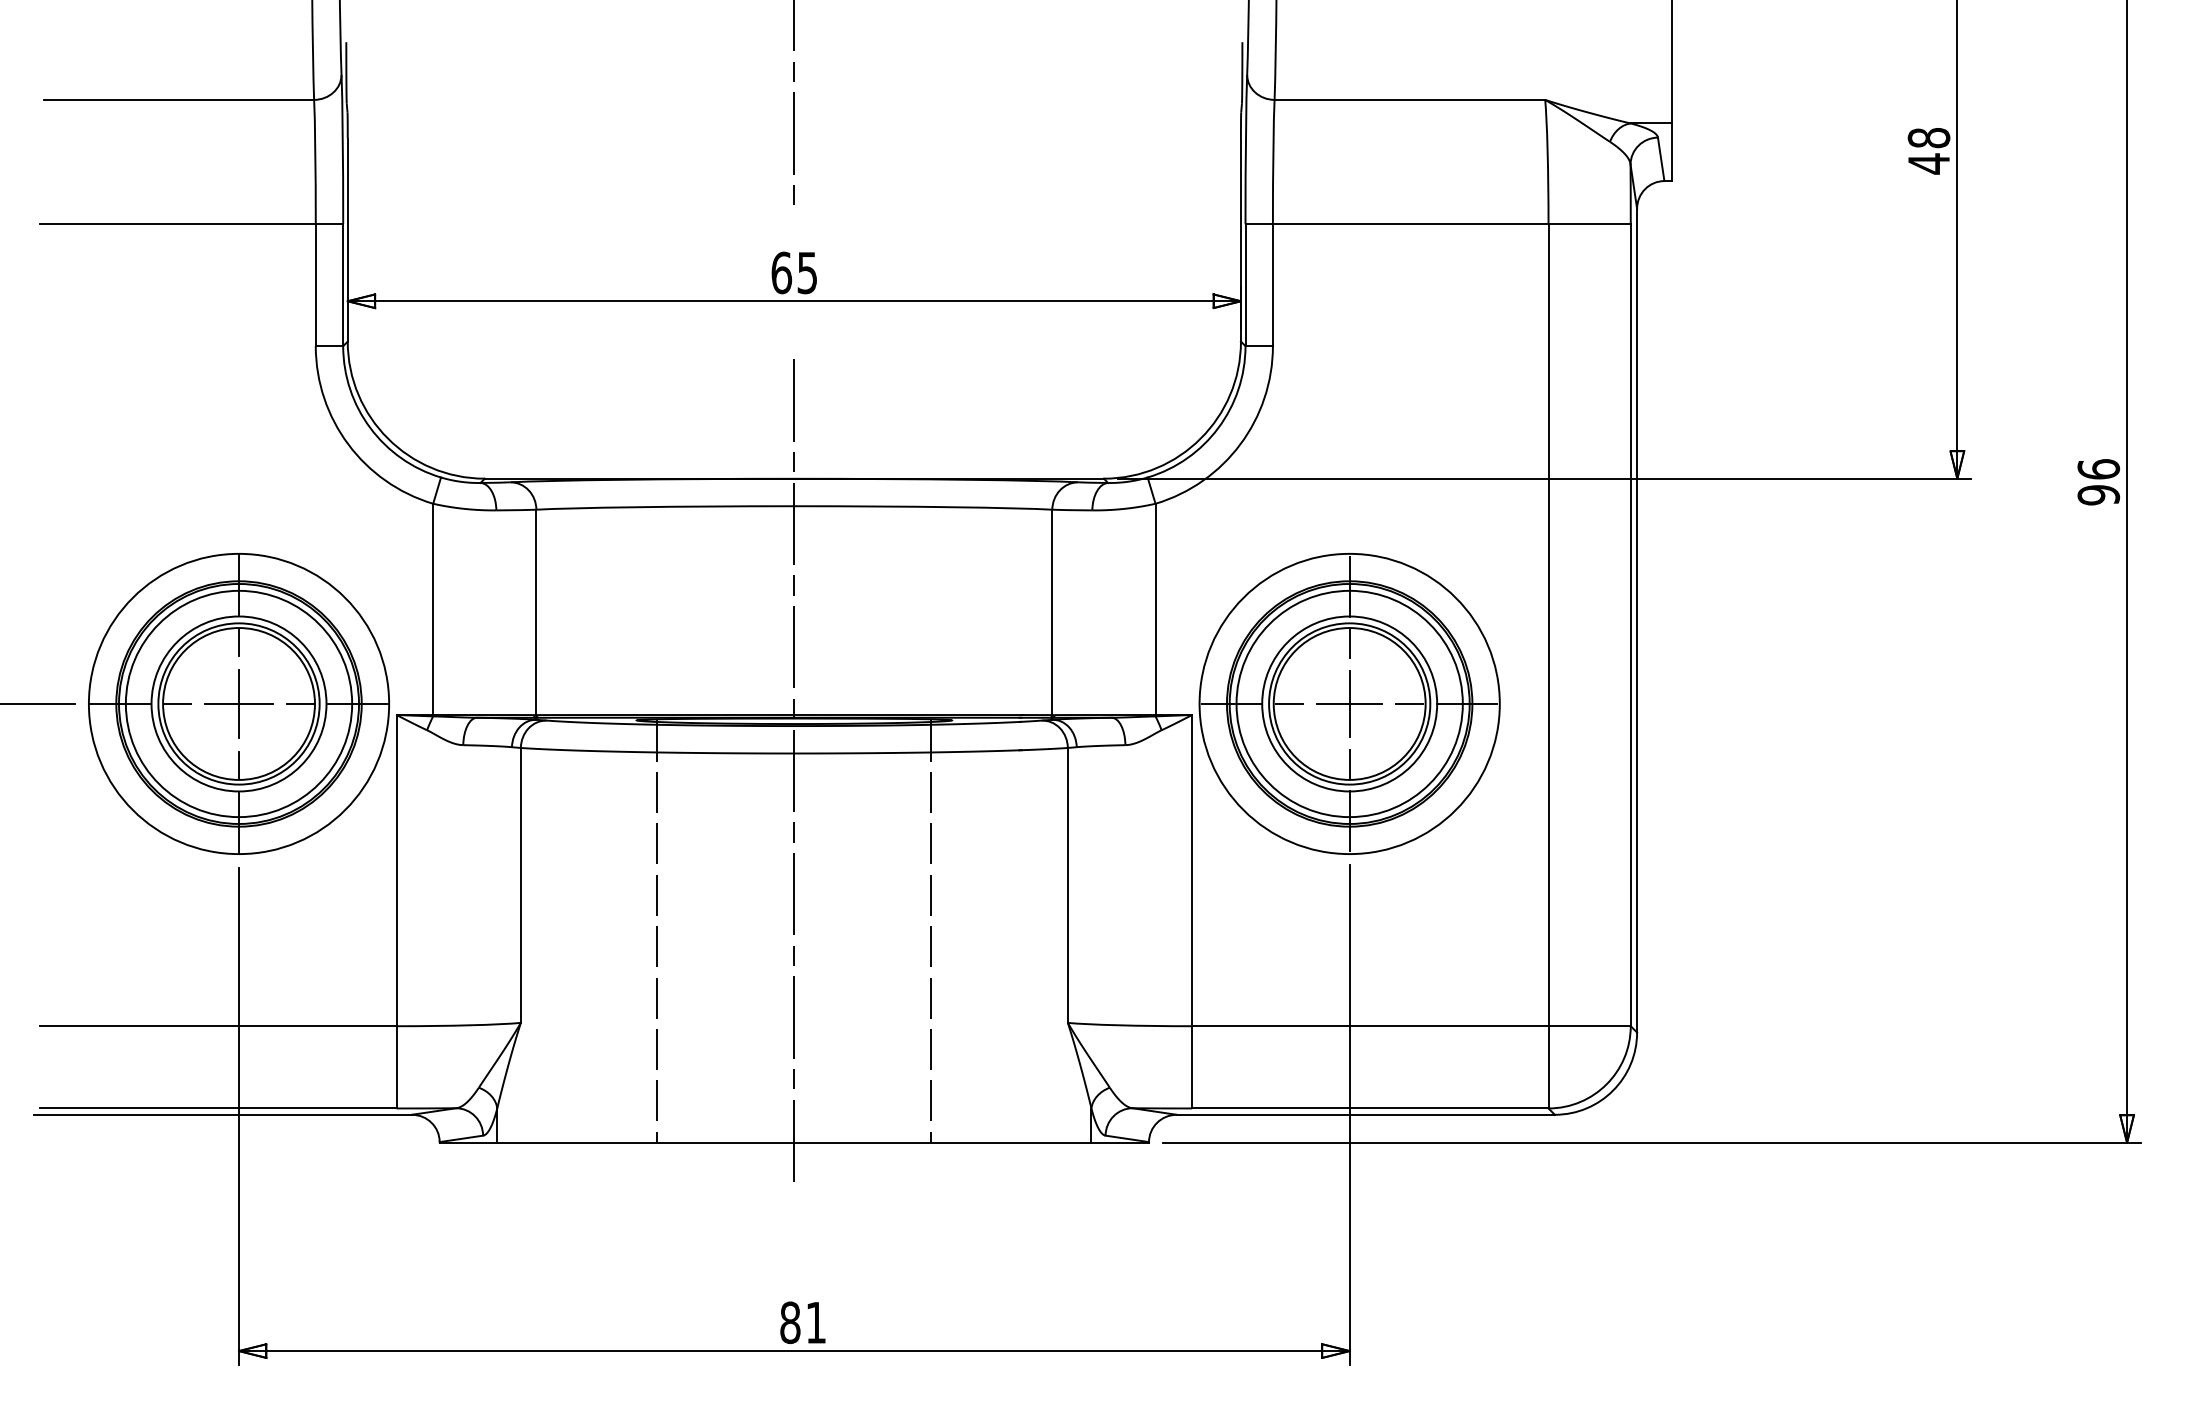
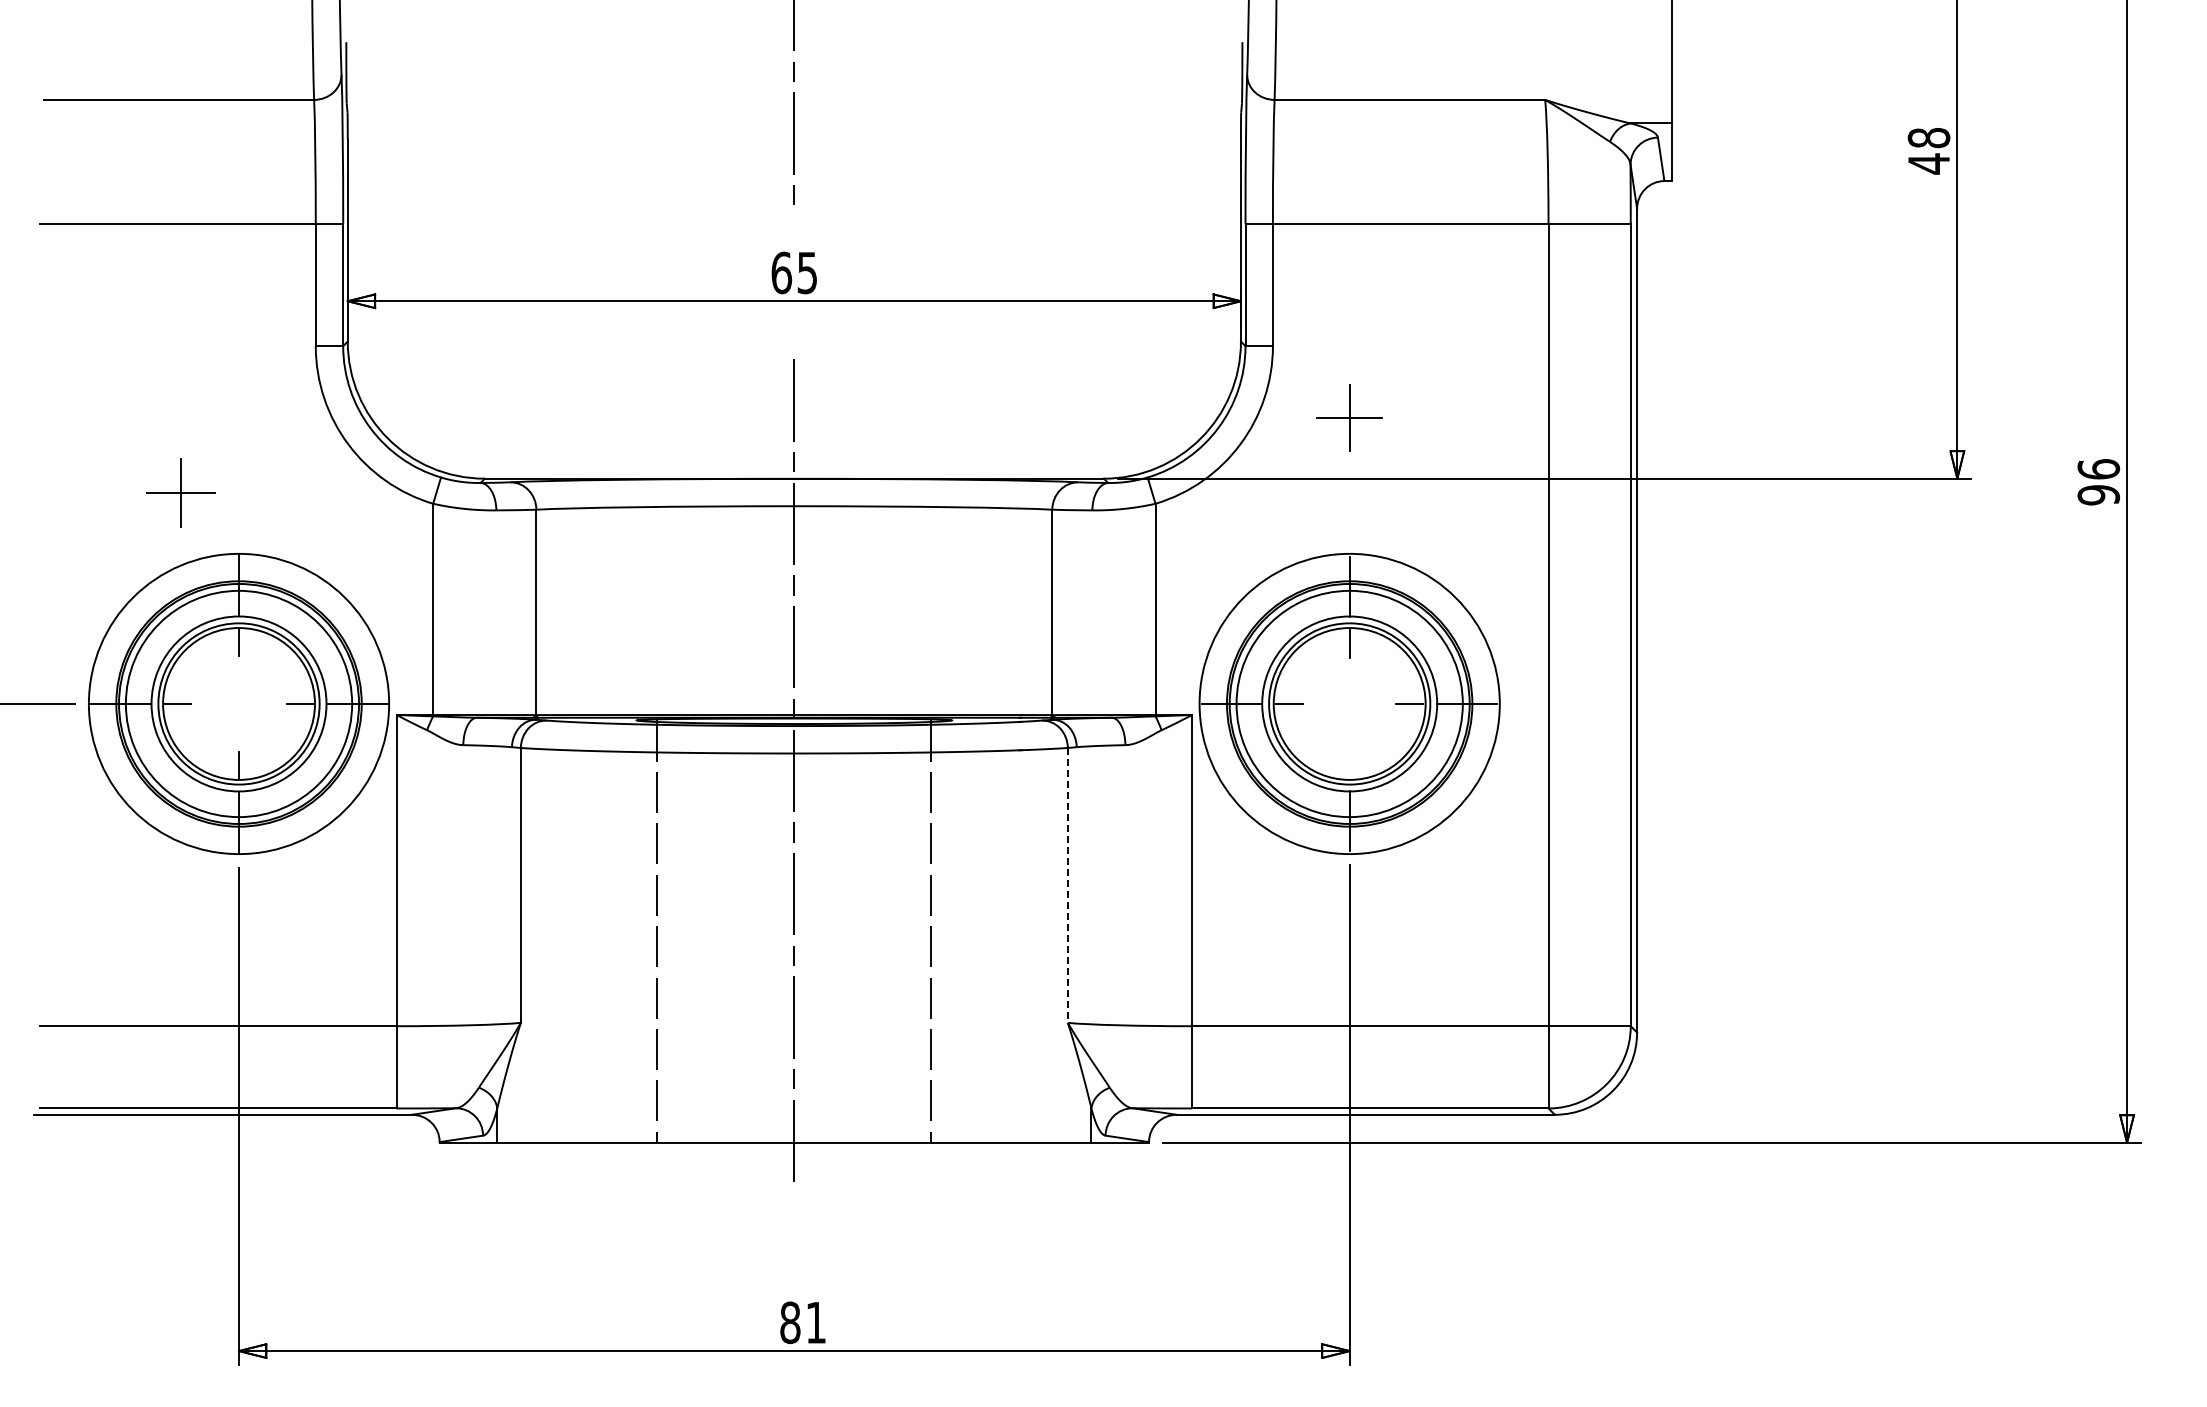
part at (238, 703) position: (238, 703) -> (180, 492)
part at (1349, 703) position: (1349, 703) -> (1349, 417)
line at (1349, 763): present -> none
line at (1067, 885): solid -> dashed
